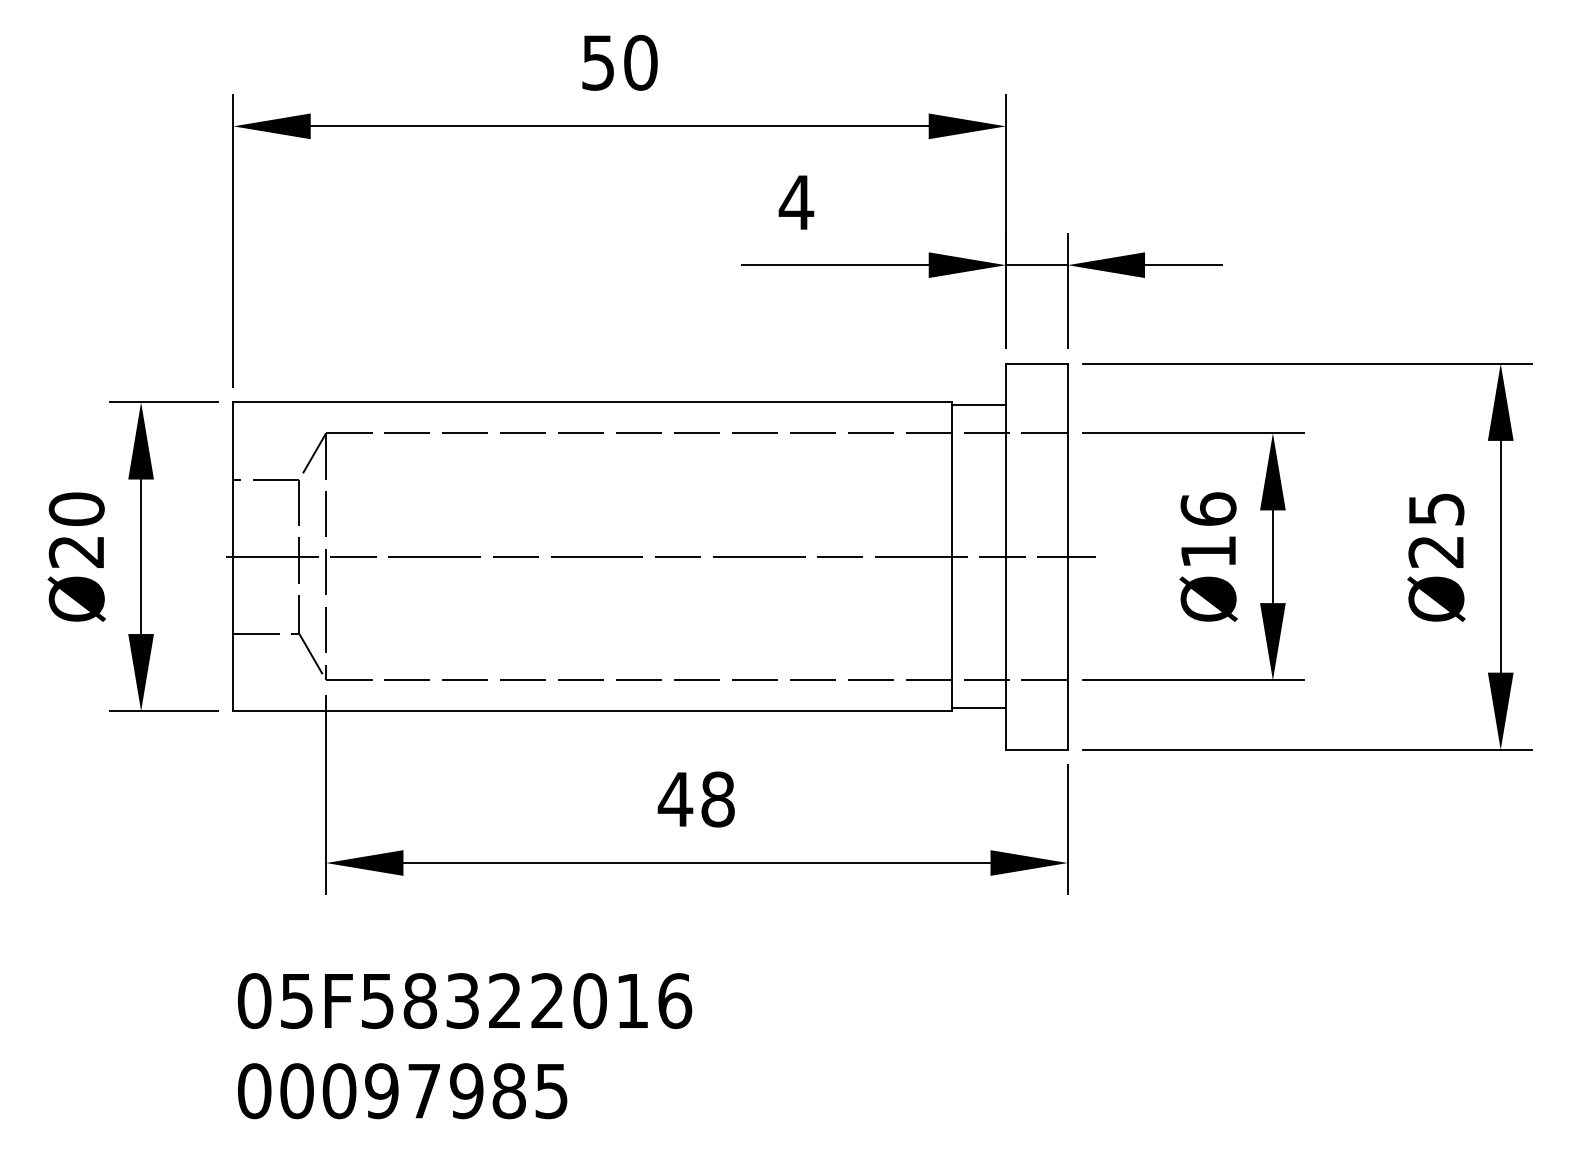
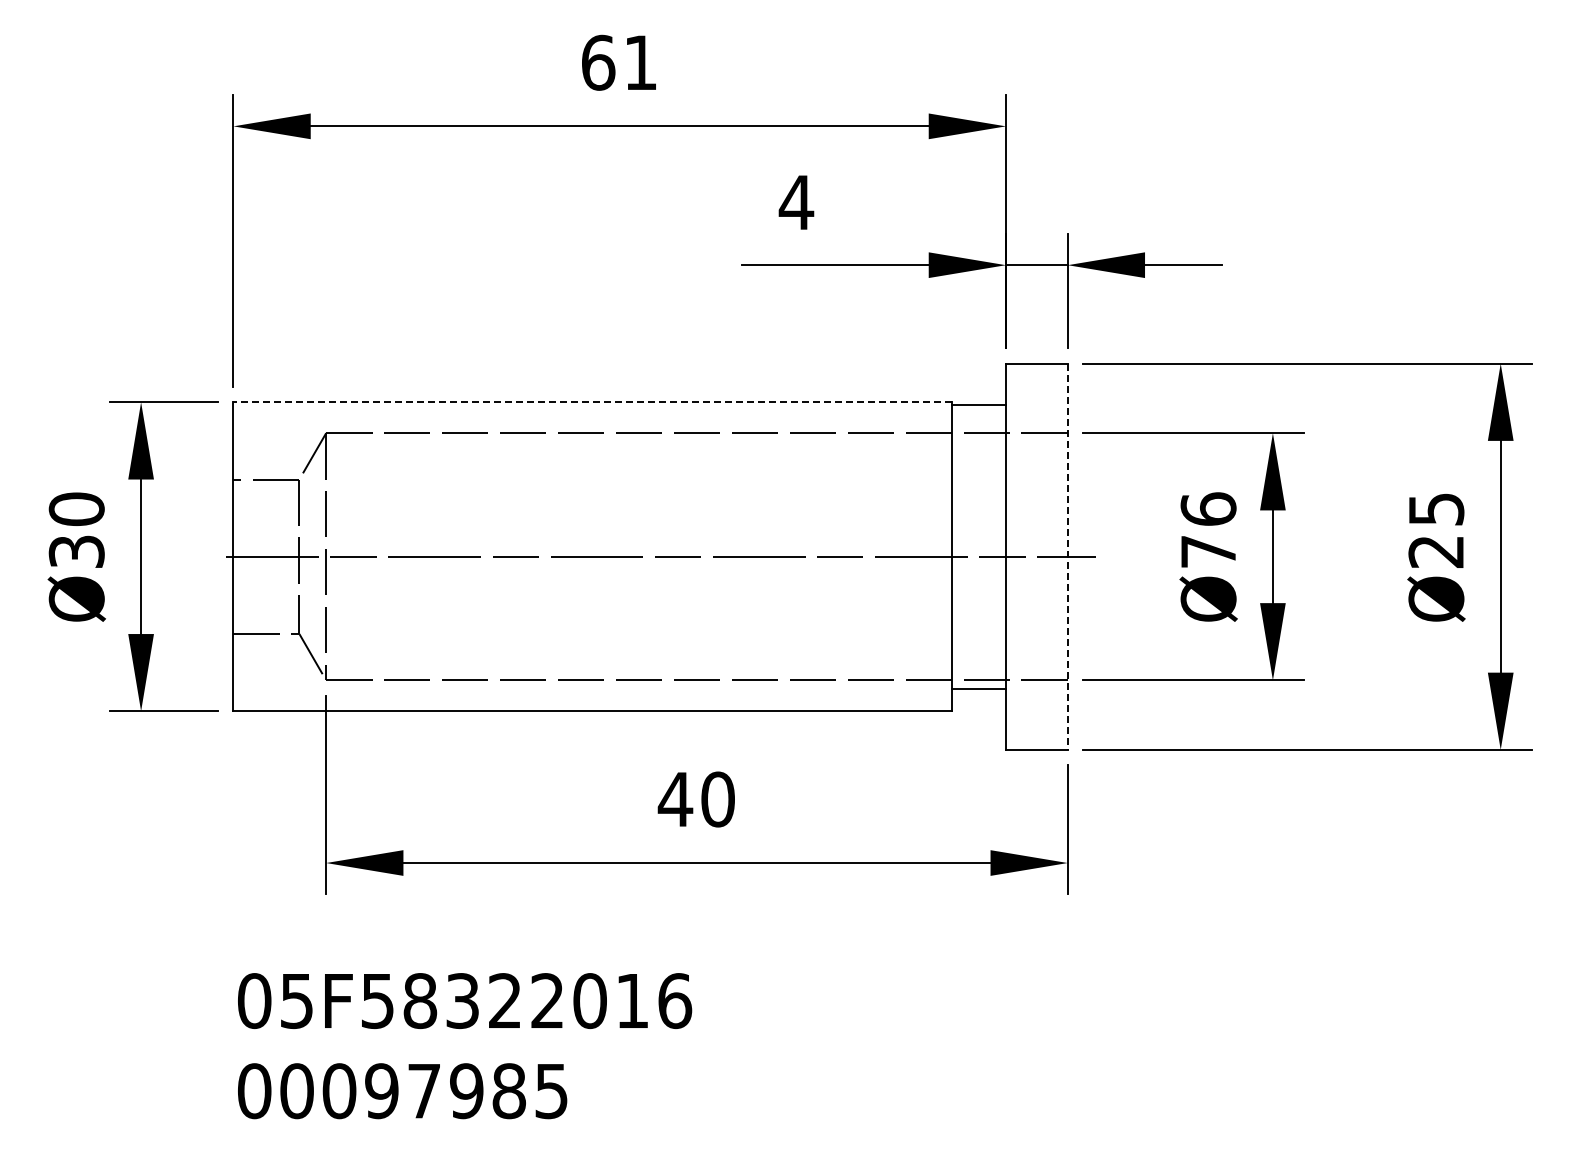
text at (619, 62): 50 -> 61
line at (592, 402): solid -> dashed
text at (76, 551): Ø20 -> Ø30
text at (1208, 551): Ø16 -> Ø76
line at (1067, 557): solid -> dashed
line at (978, 708) position: (978, 708) -> (978, 689)
text at (717, 799): 48 -> 40
